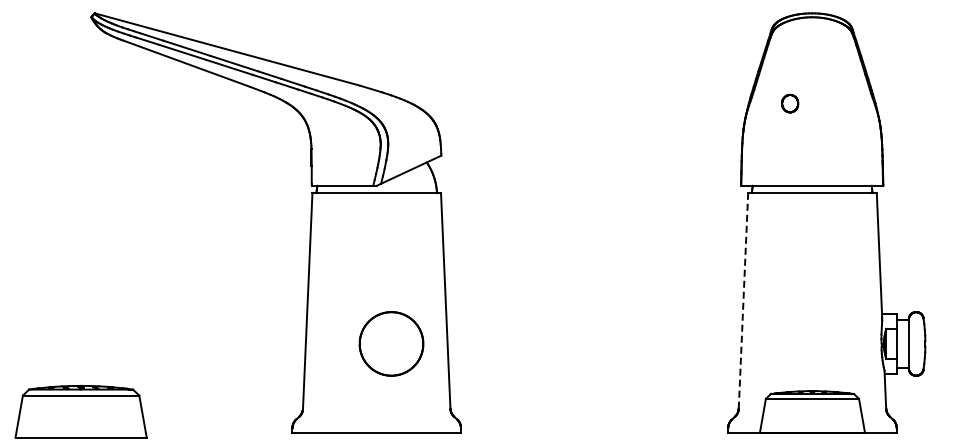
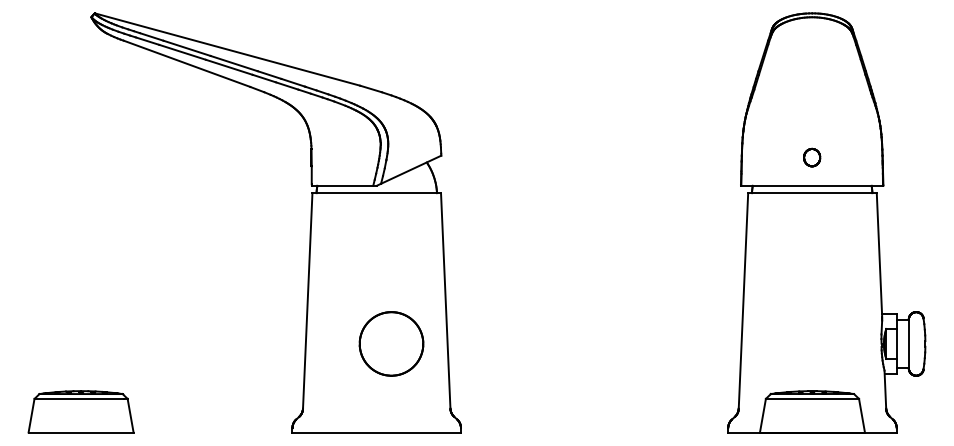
part at (790, 103) position: (790, 103) -> (812, 157)
line at (743, 300): dashed -> solid
part at (80, 411) size: 134x55 px -> 108x44 px
